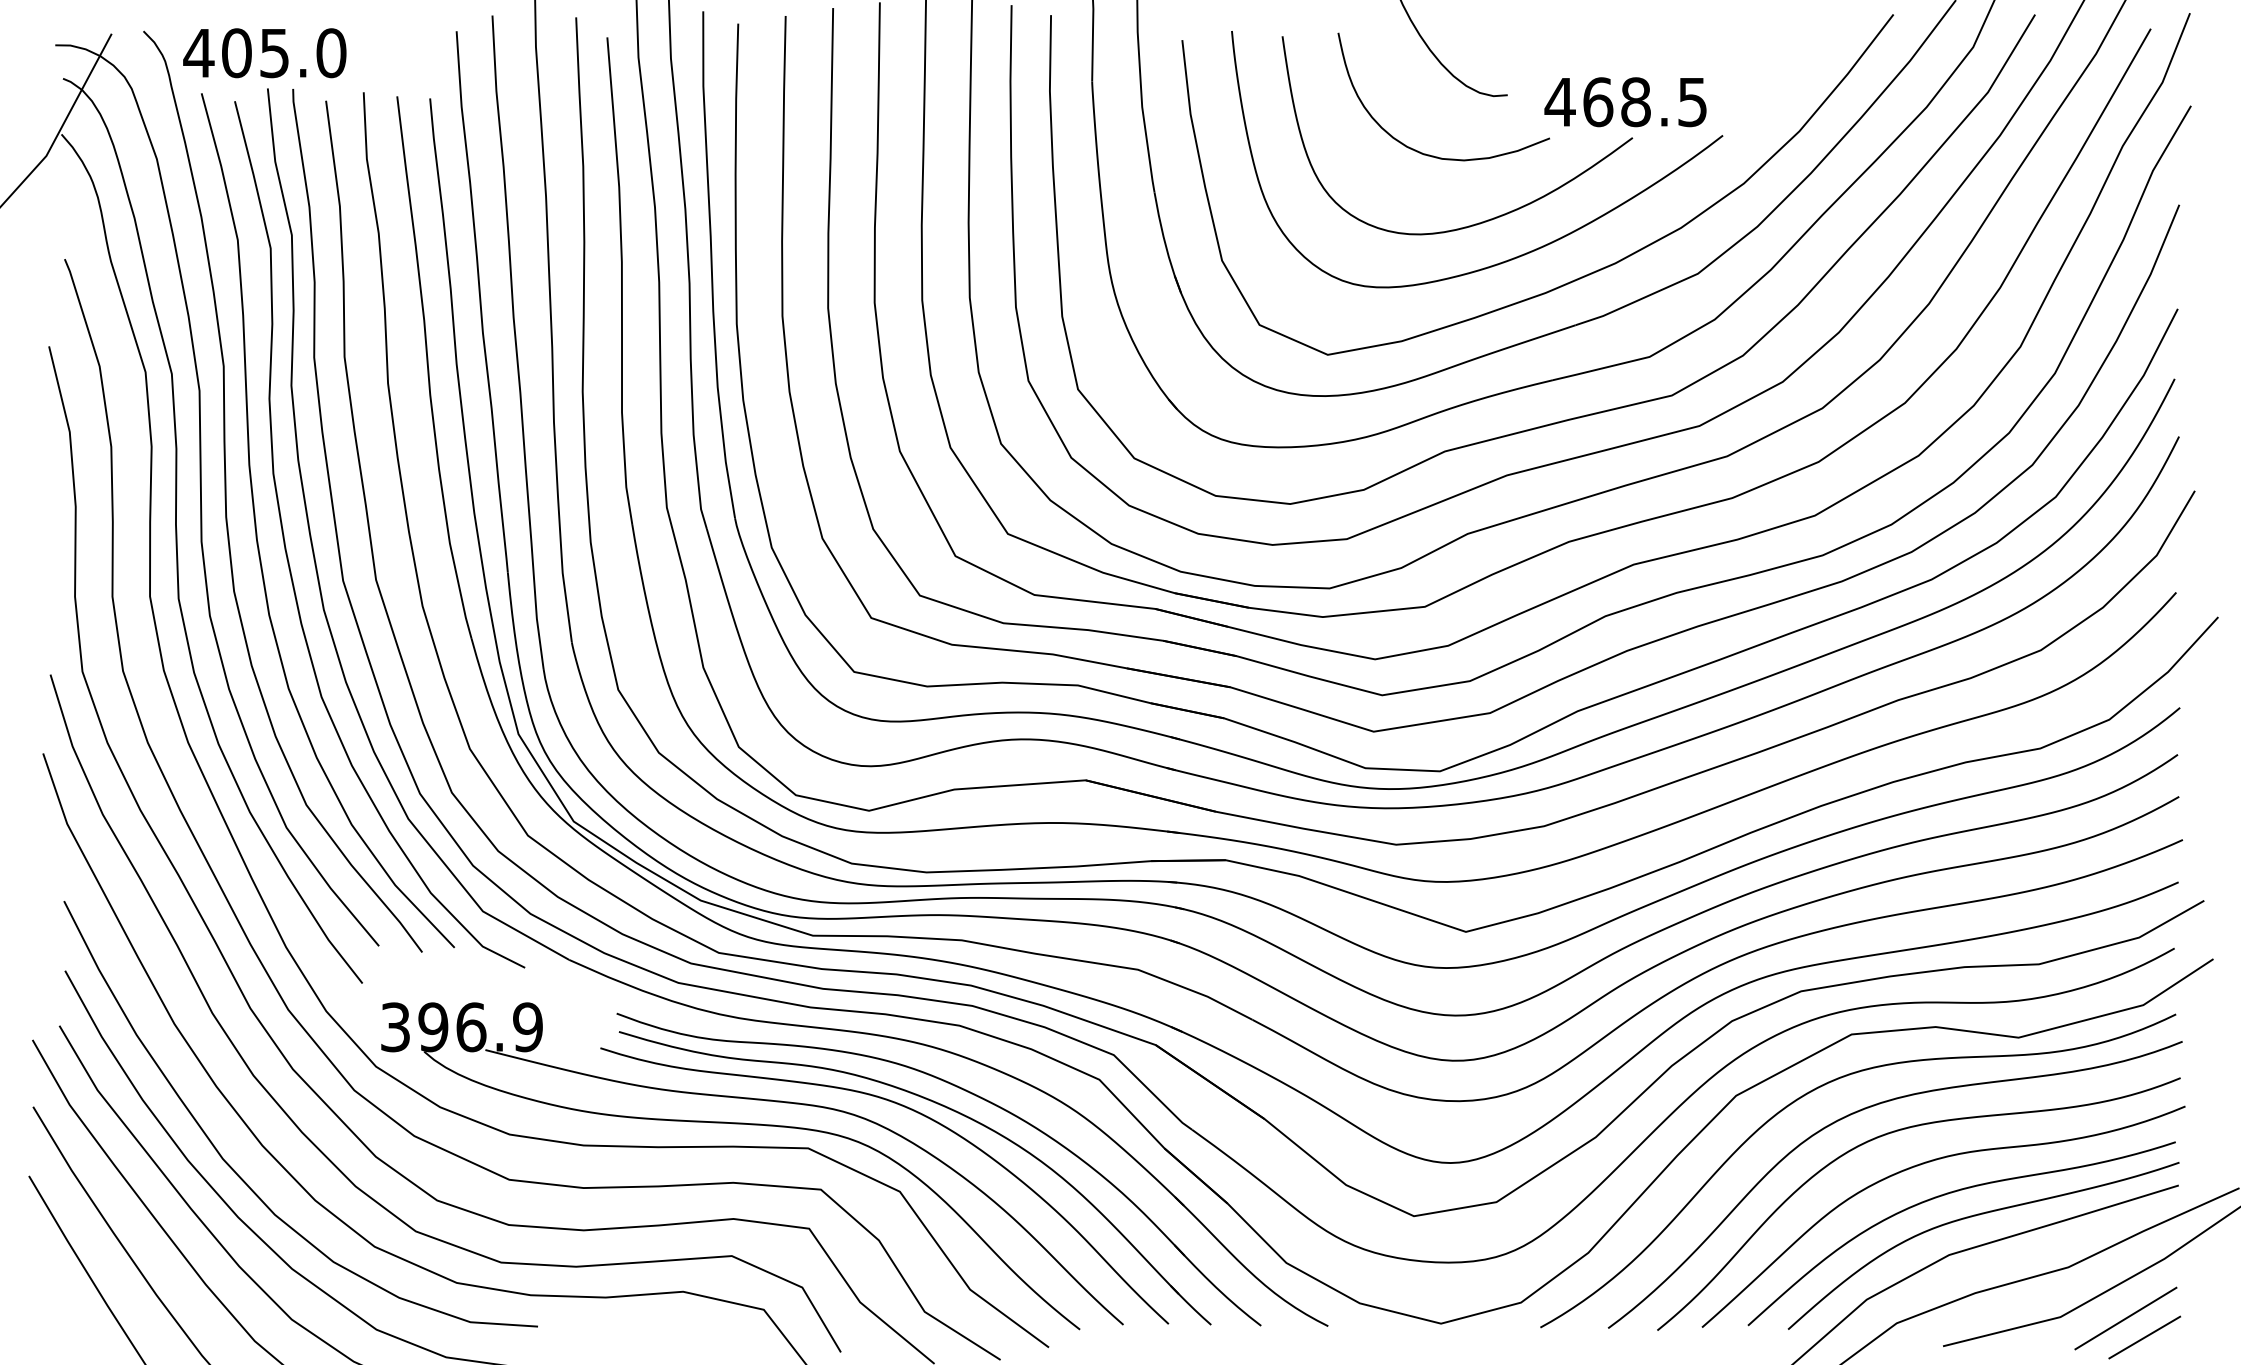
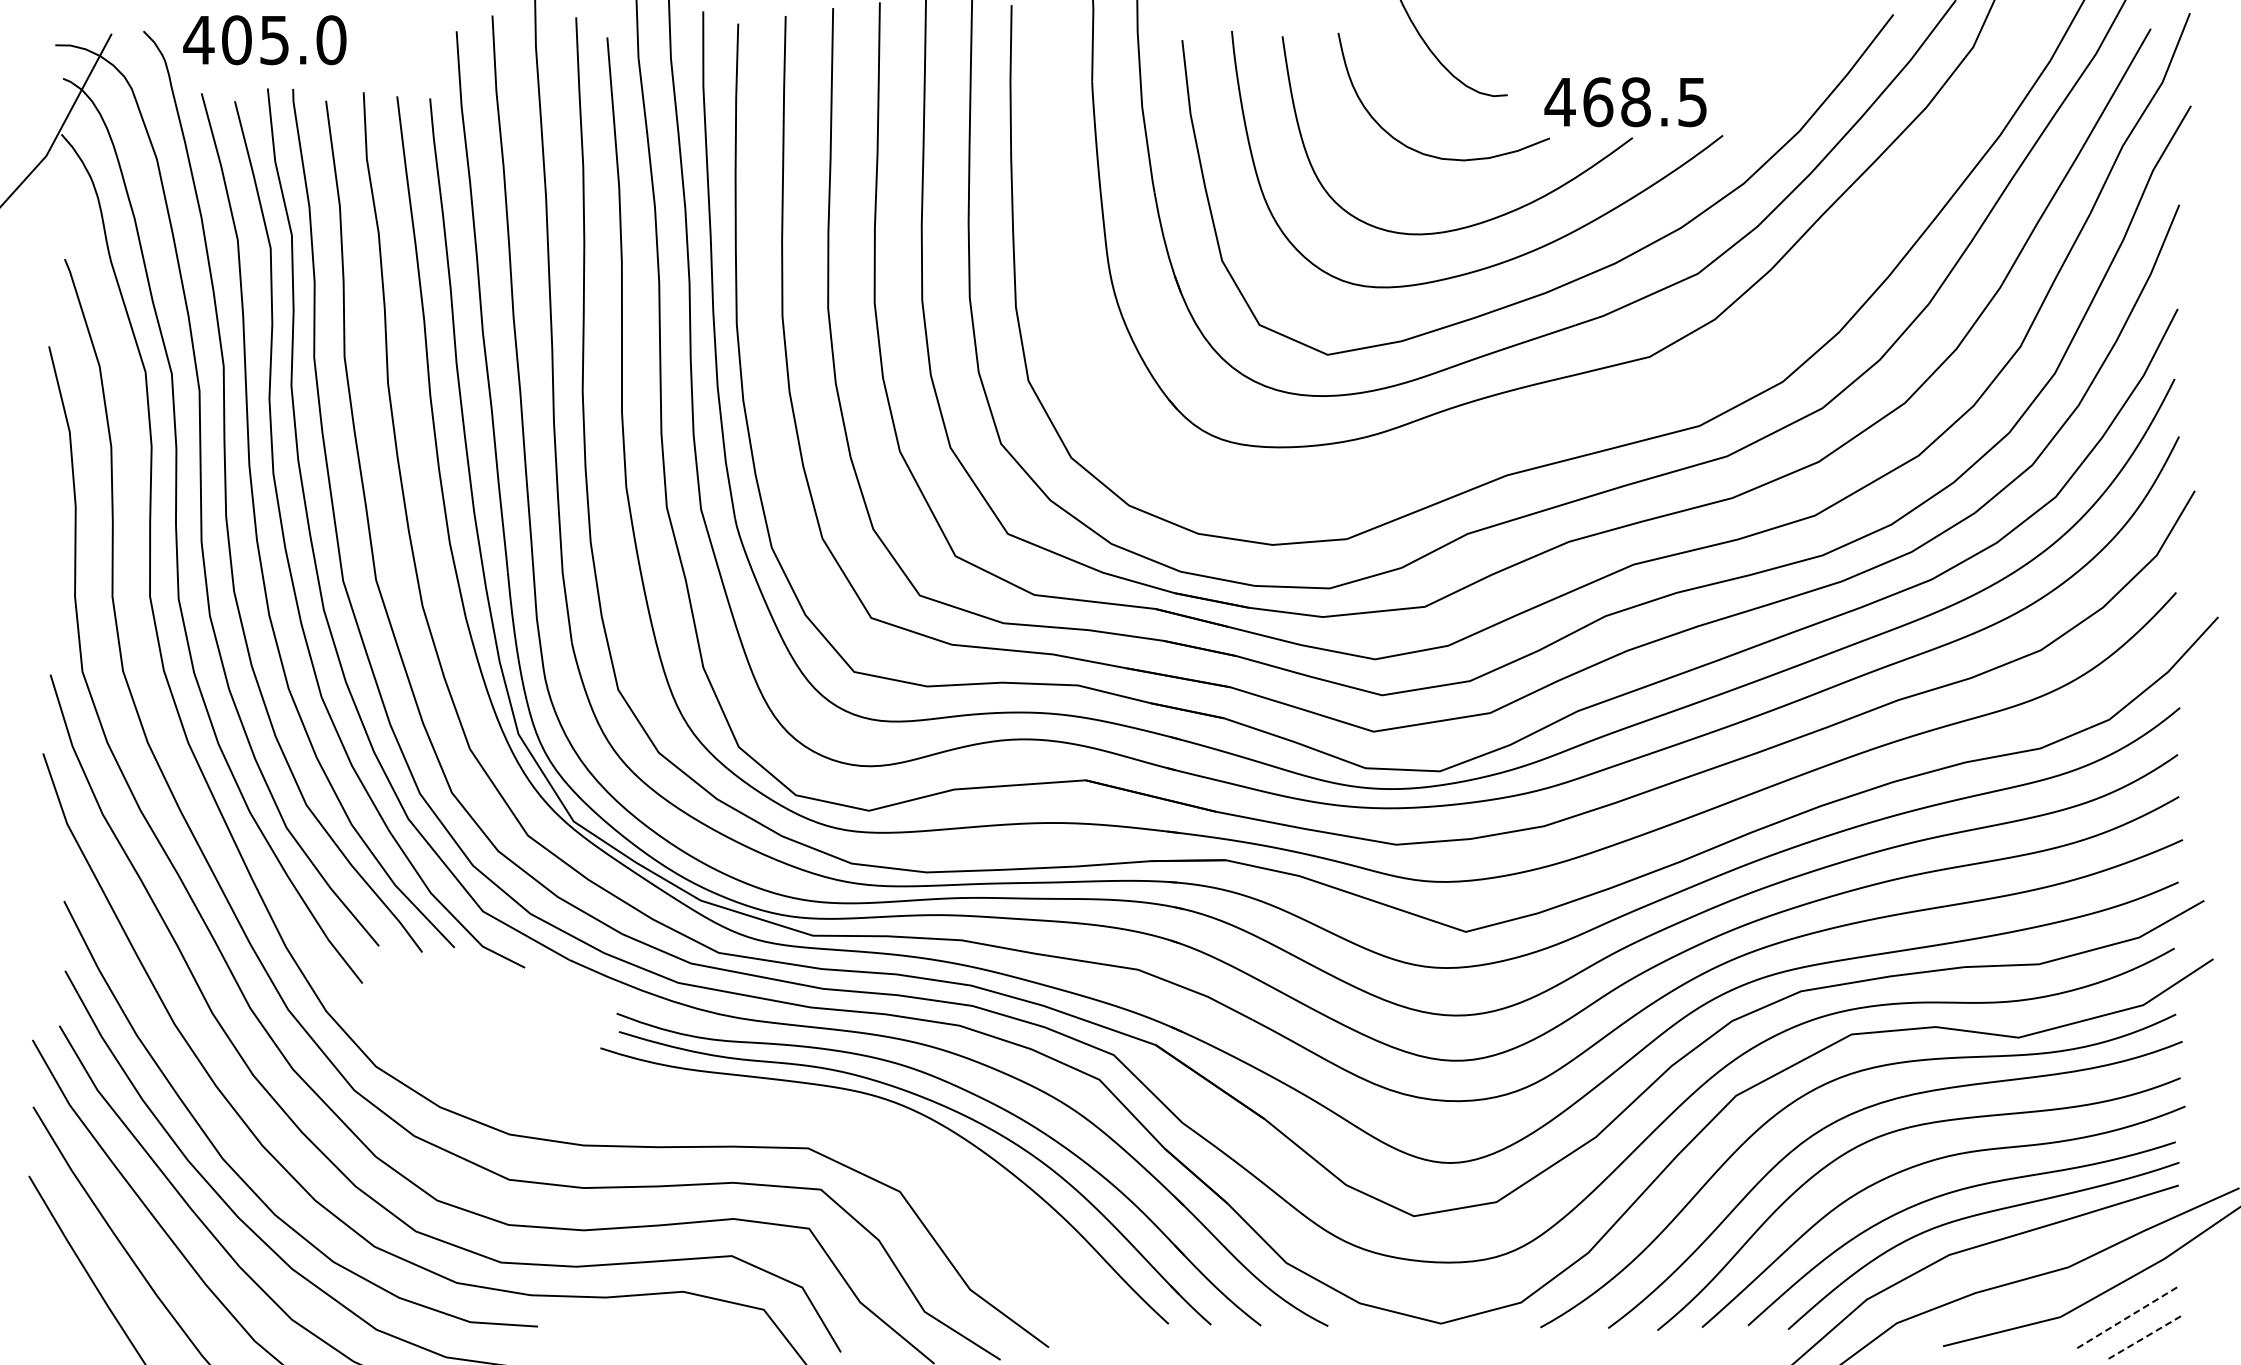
text at (264, 53) position: (264, 53) -> (264, 40)
curve at (1581, 415): present -> none
part at (752, 1125): present -> none
line at (2125, 1318): solid -> dashed
line at (2144, 1337): solid -> dashed
